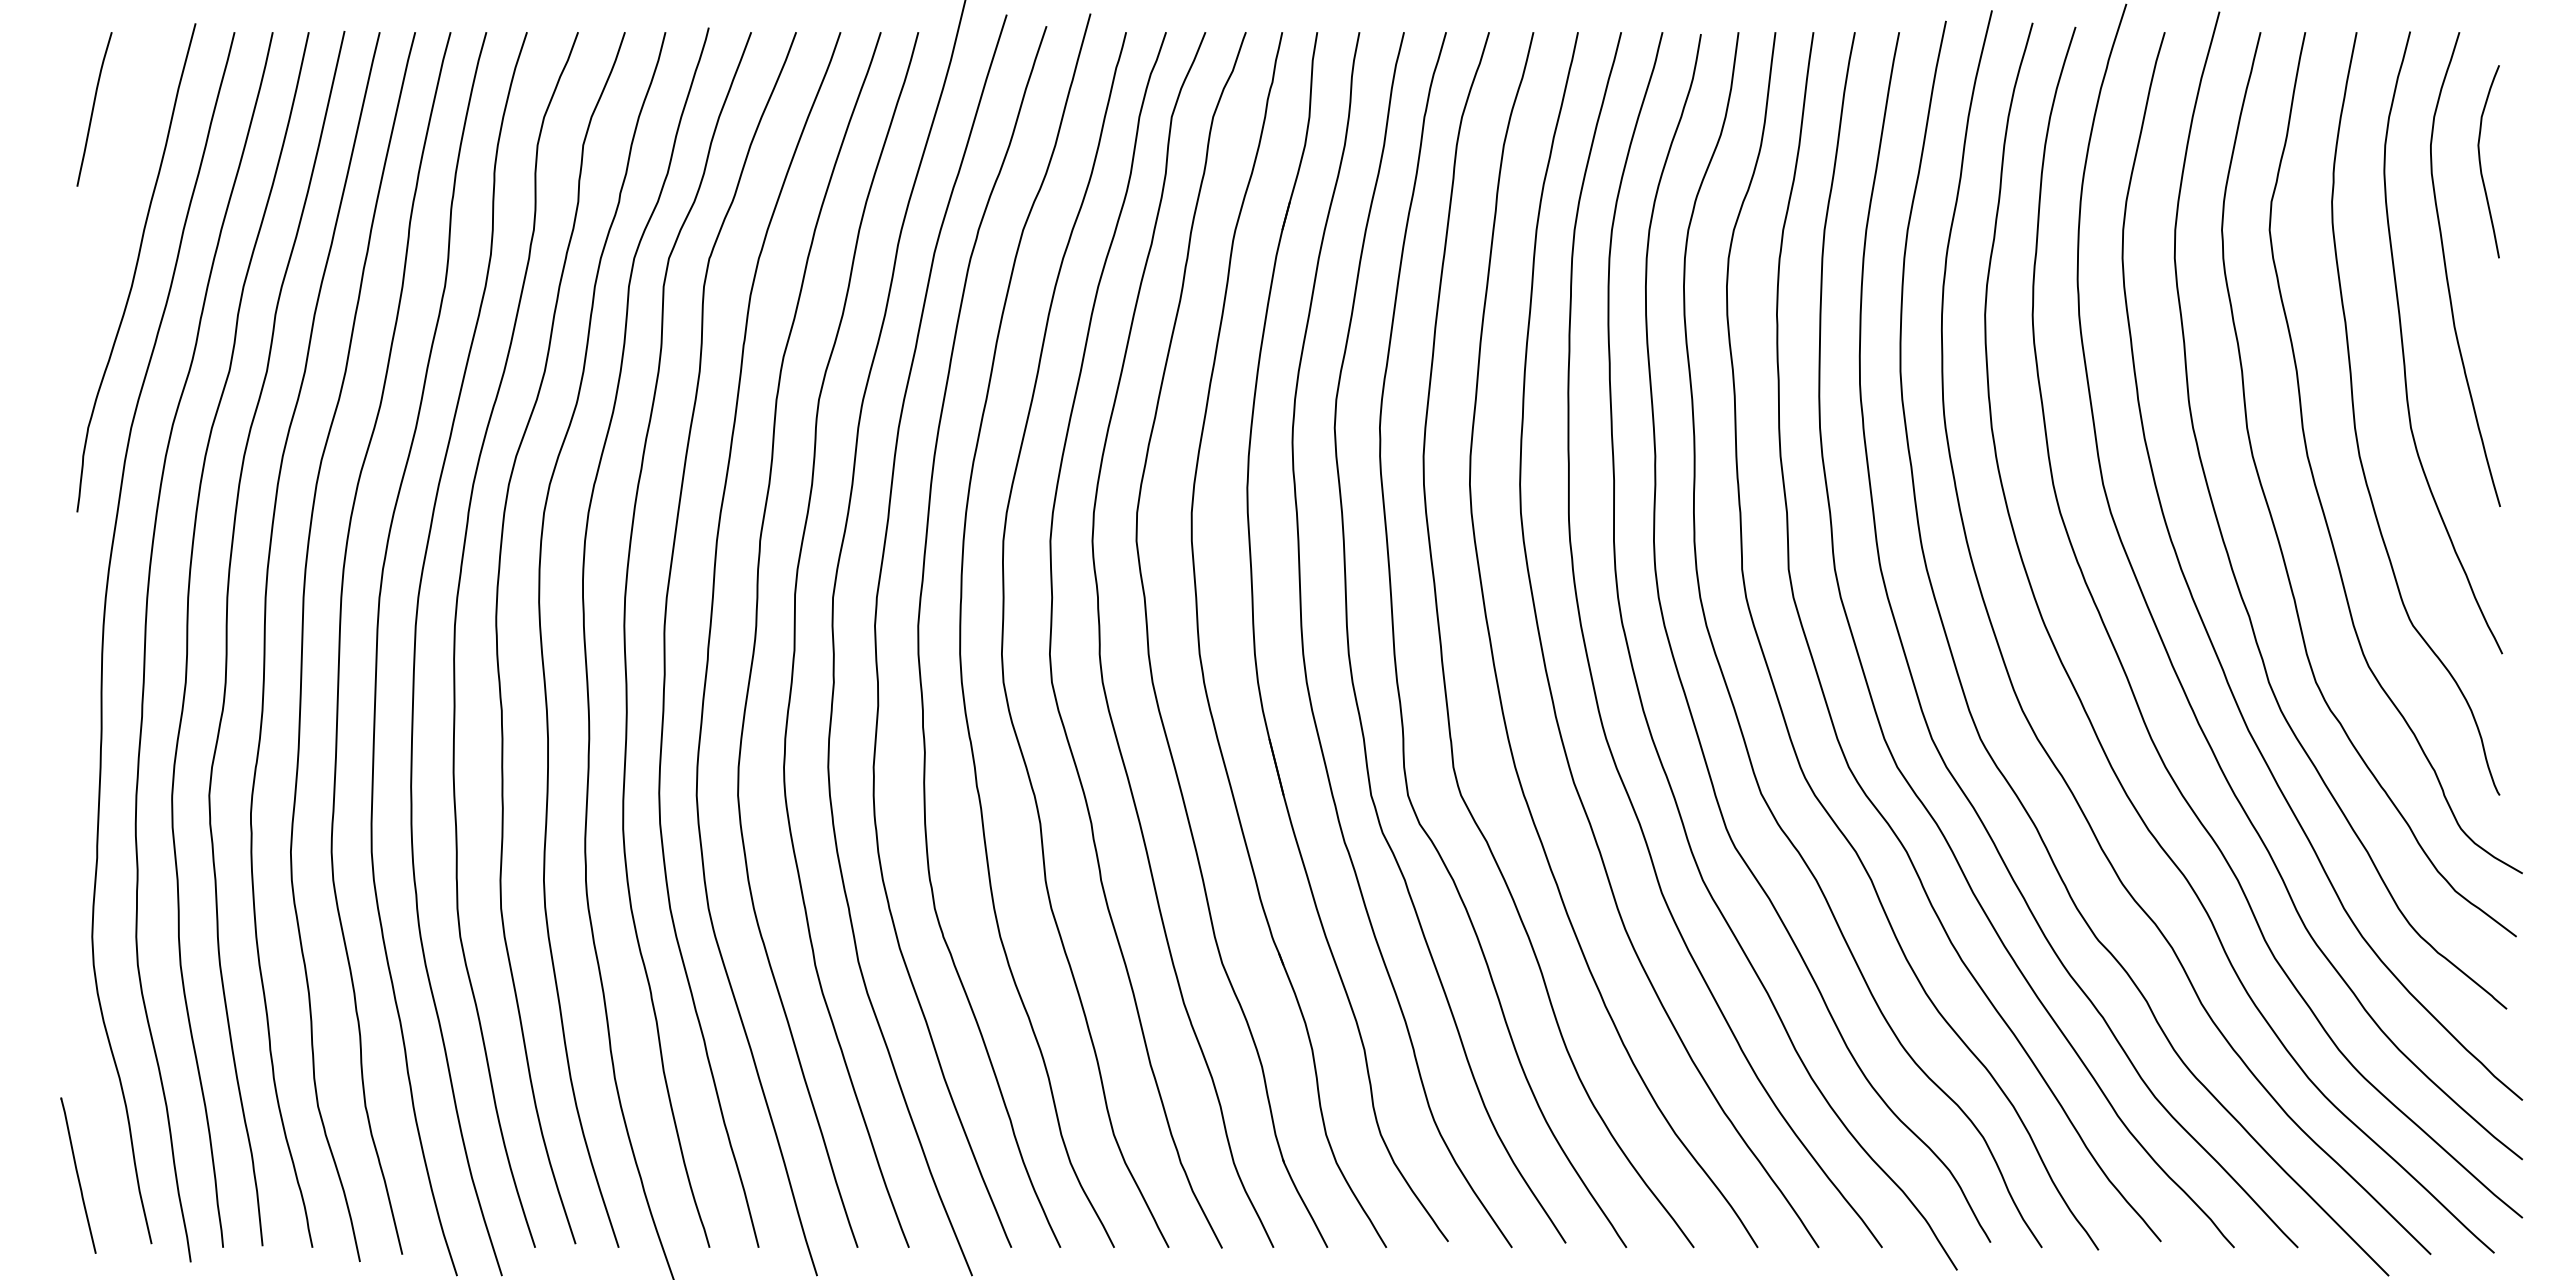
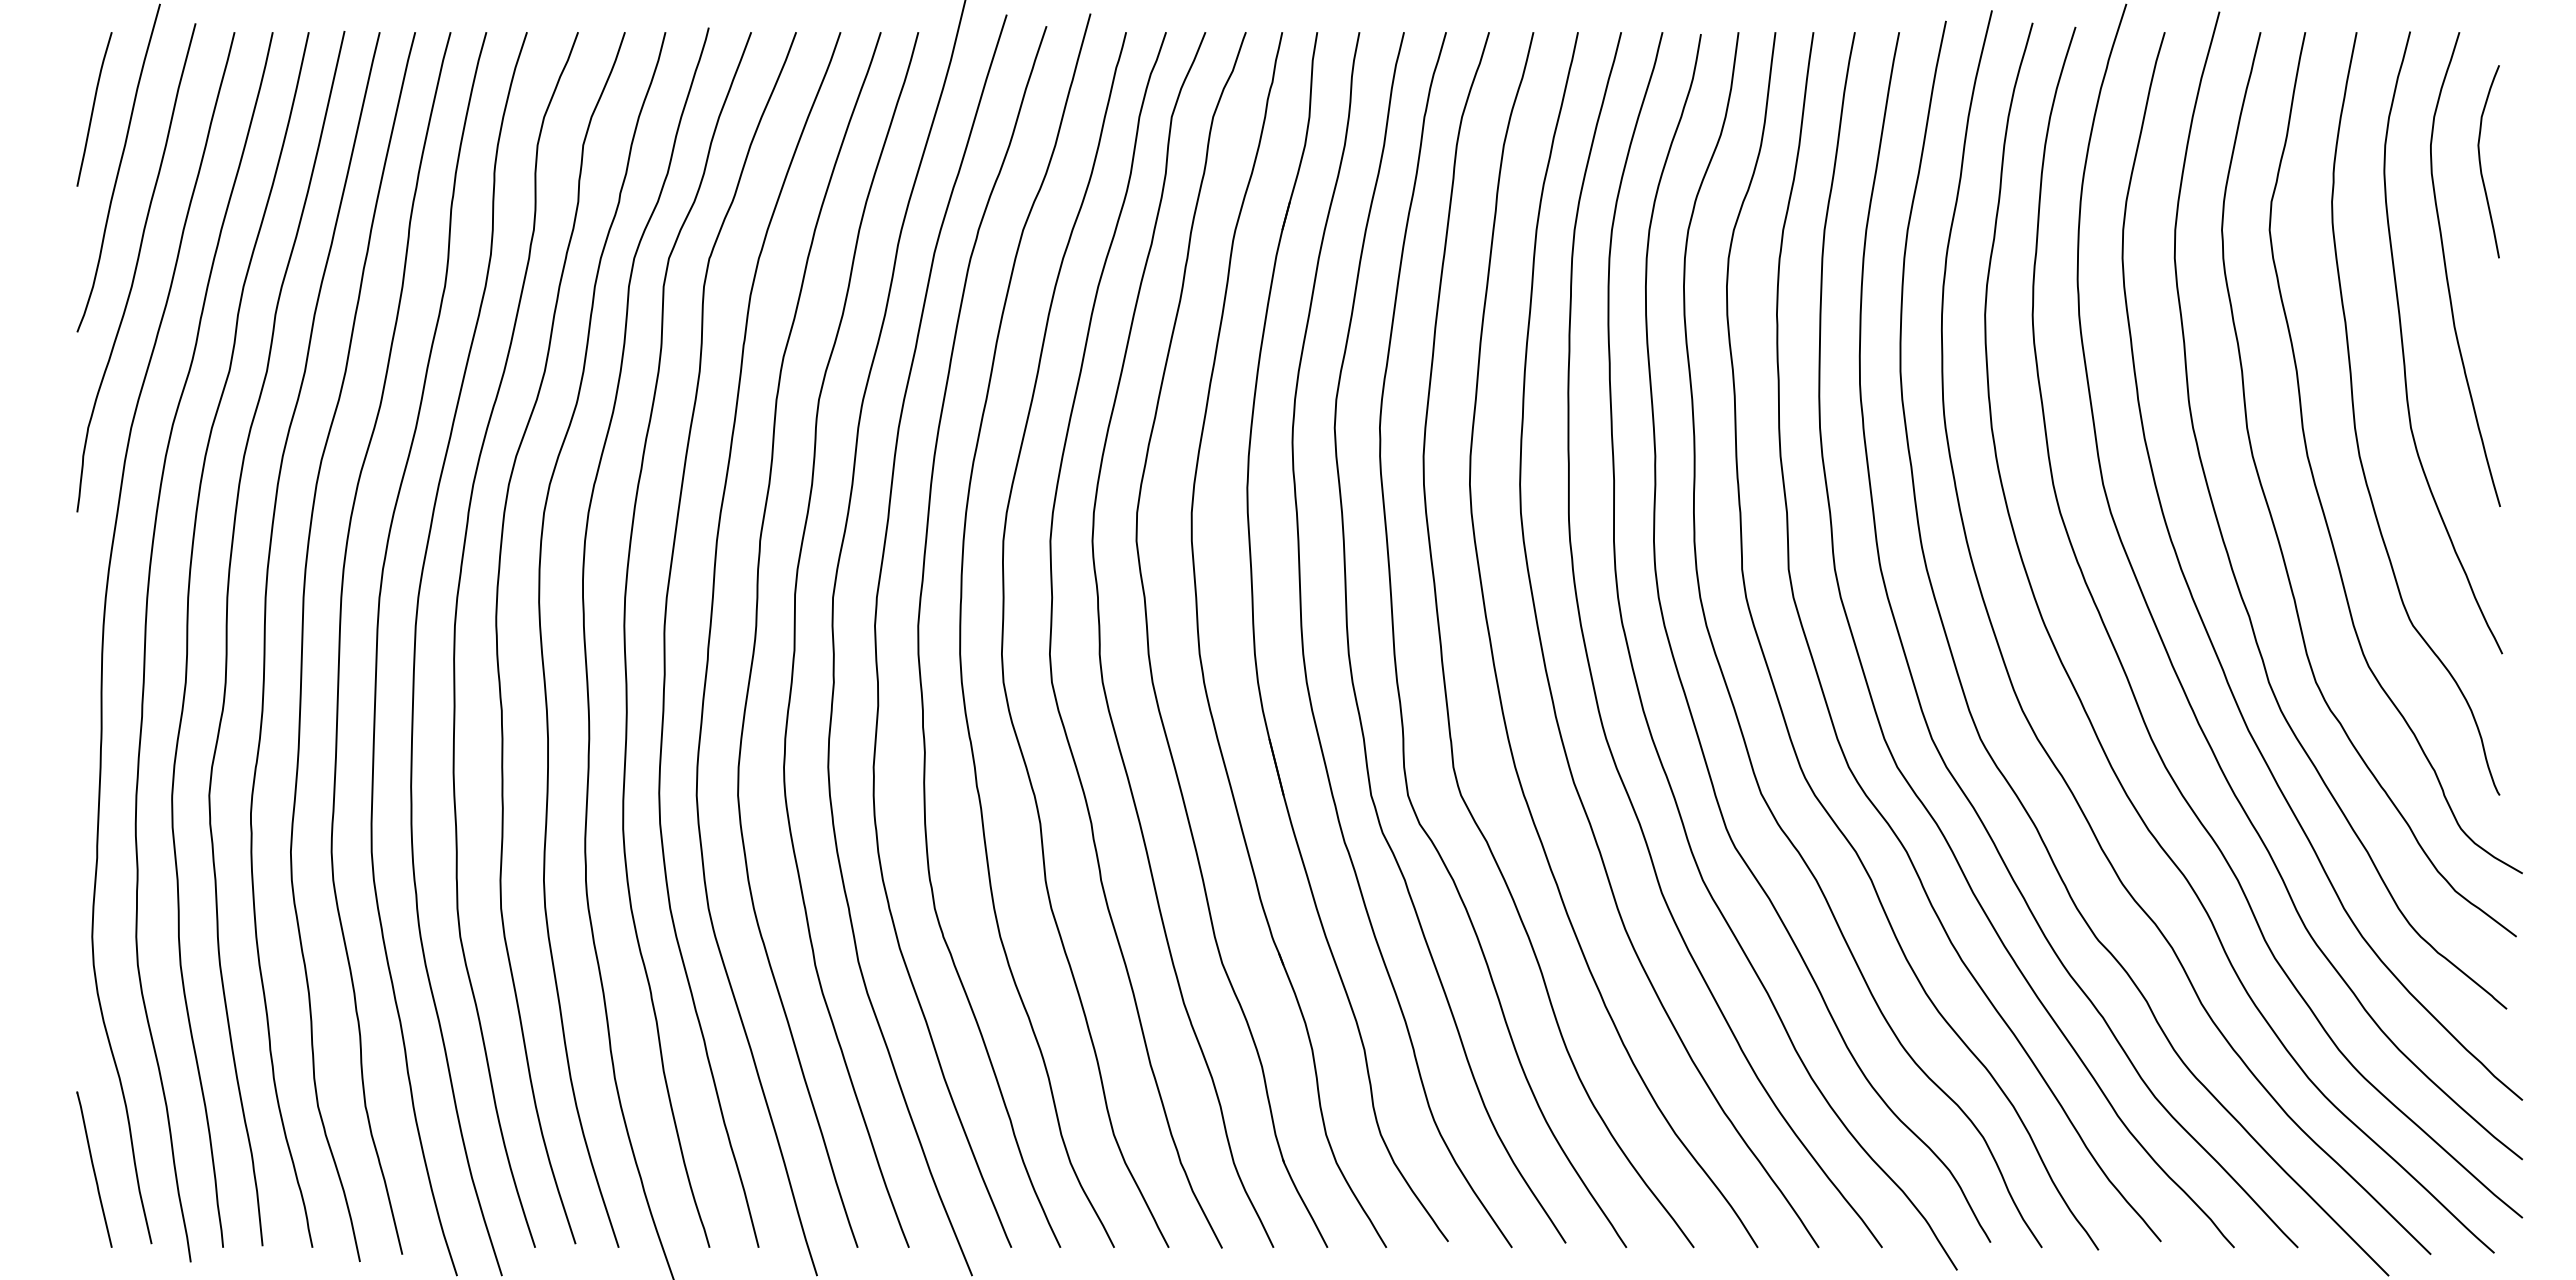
curve at (118, 167): none -> present
line at (78, 1175) position: (78, 1175) -> (94, 1169)
